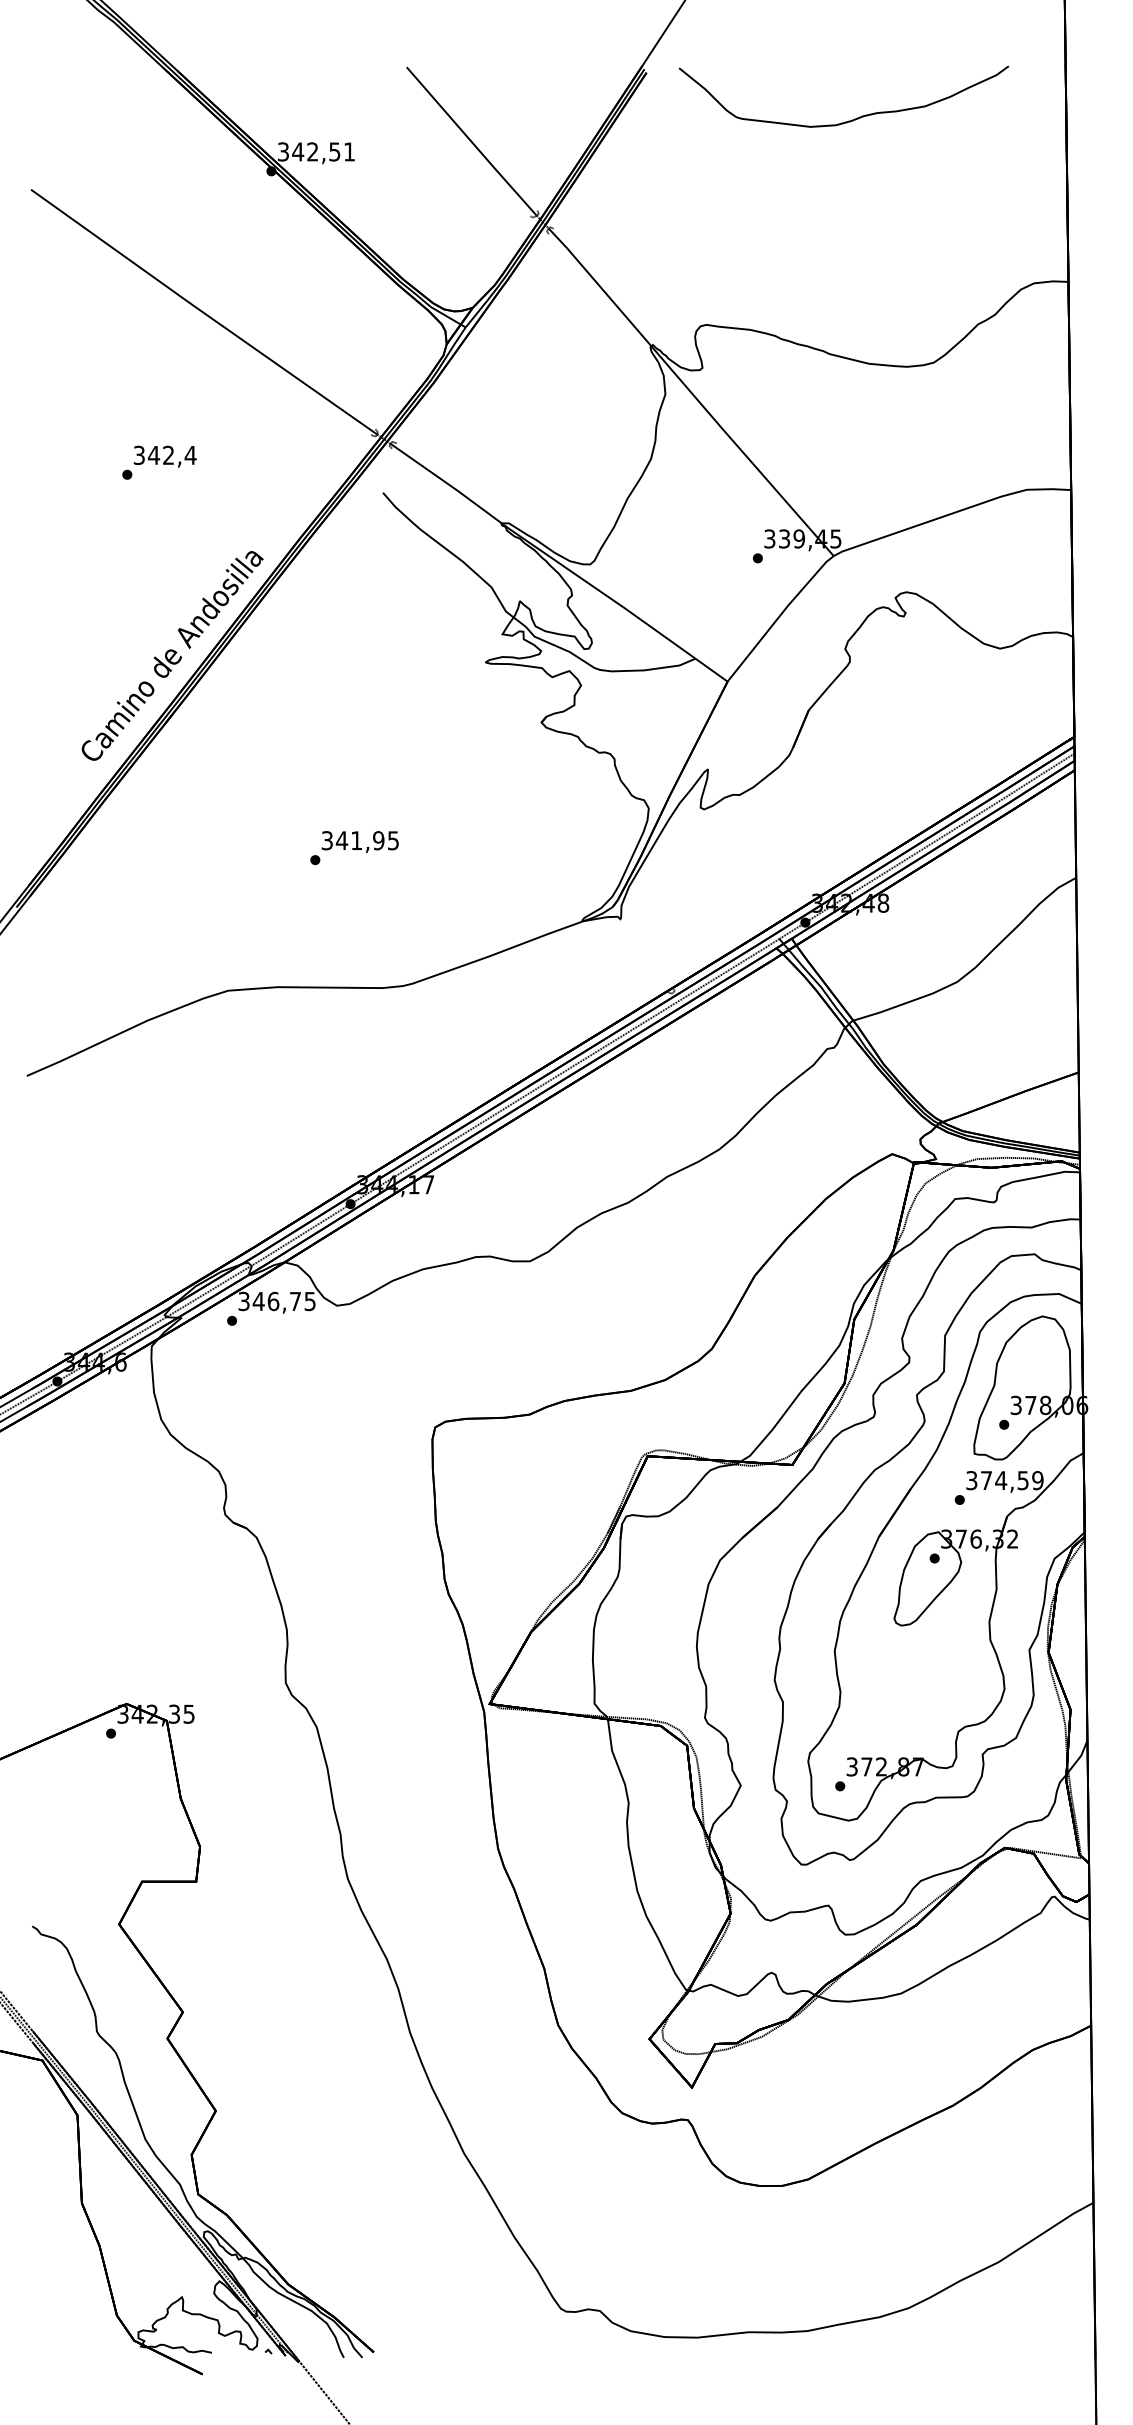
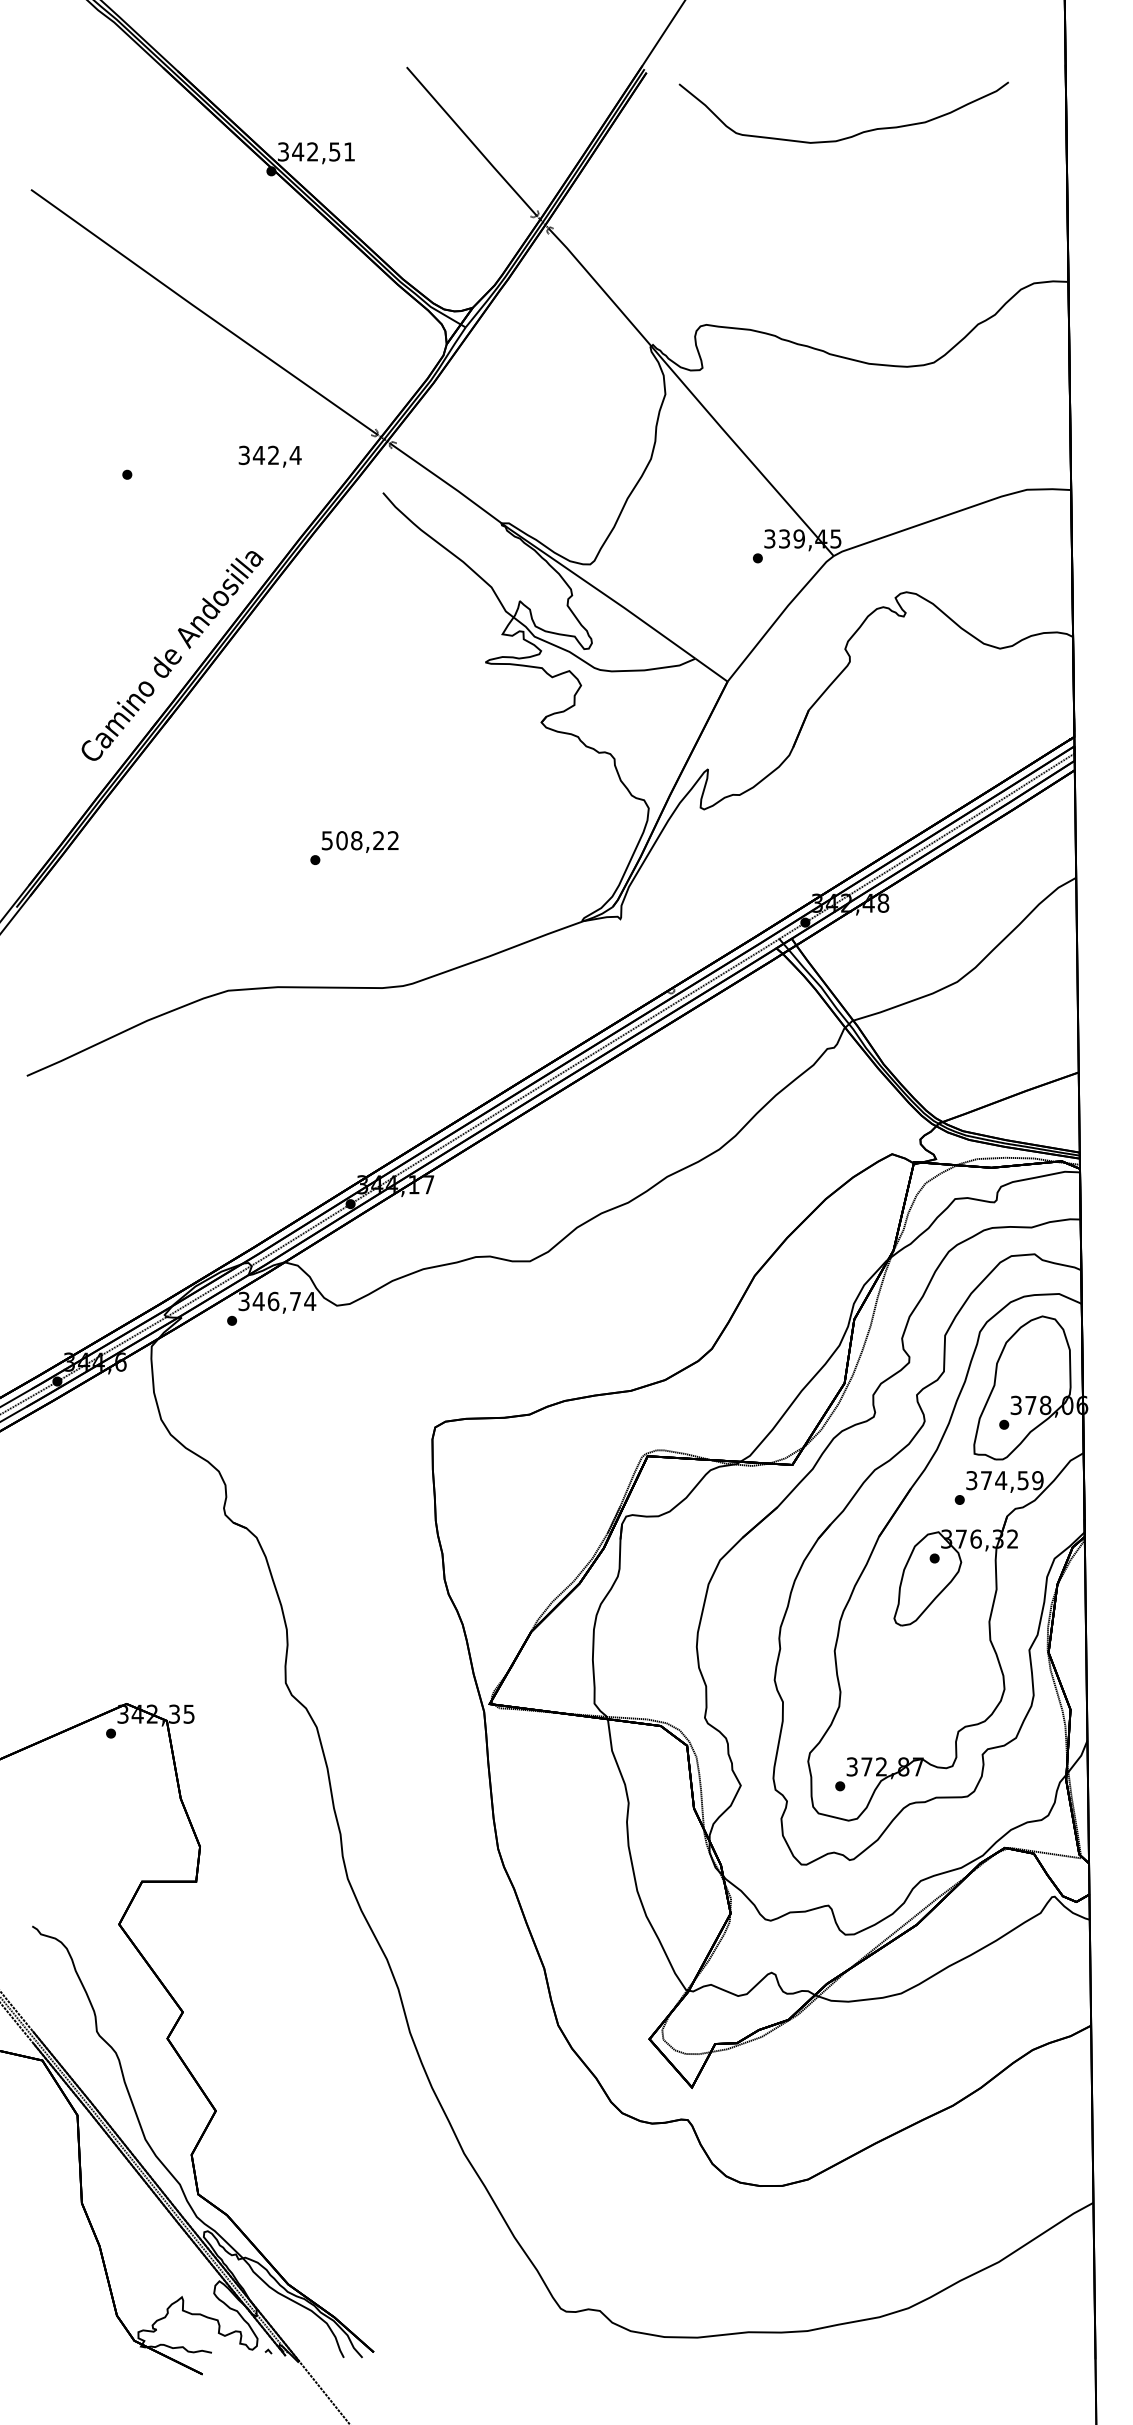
part at (848, 120) position: (848, 120) -> (848, 136)
text at (164, 456) position: (164, 456) -> (269, 456)
text at (360, 840): 341,95 -> 508,22
text at (310, 1301): 346,75 -> 346,74
